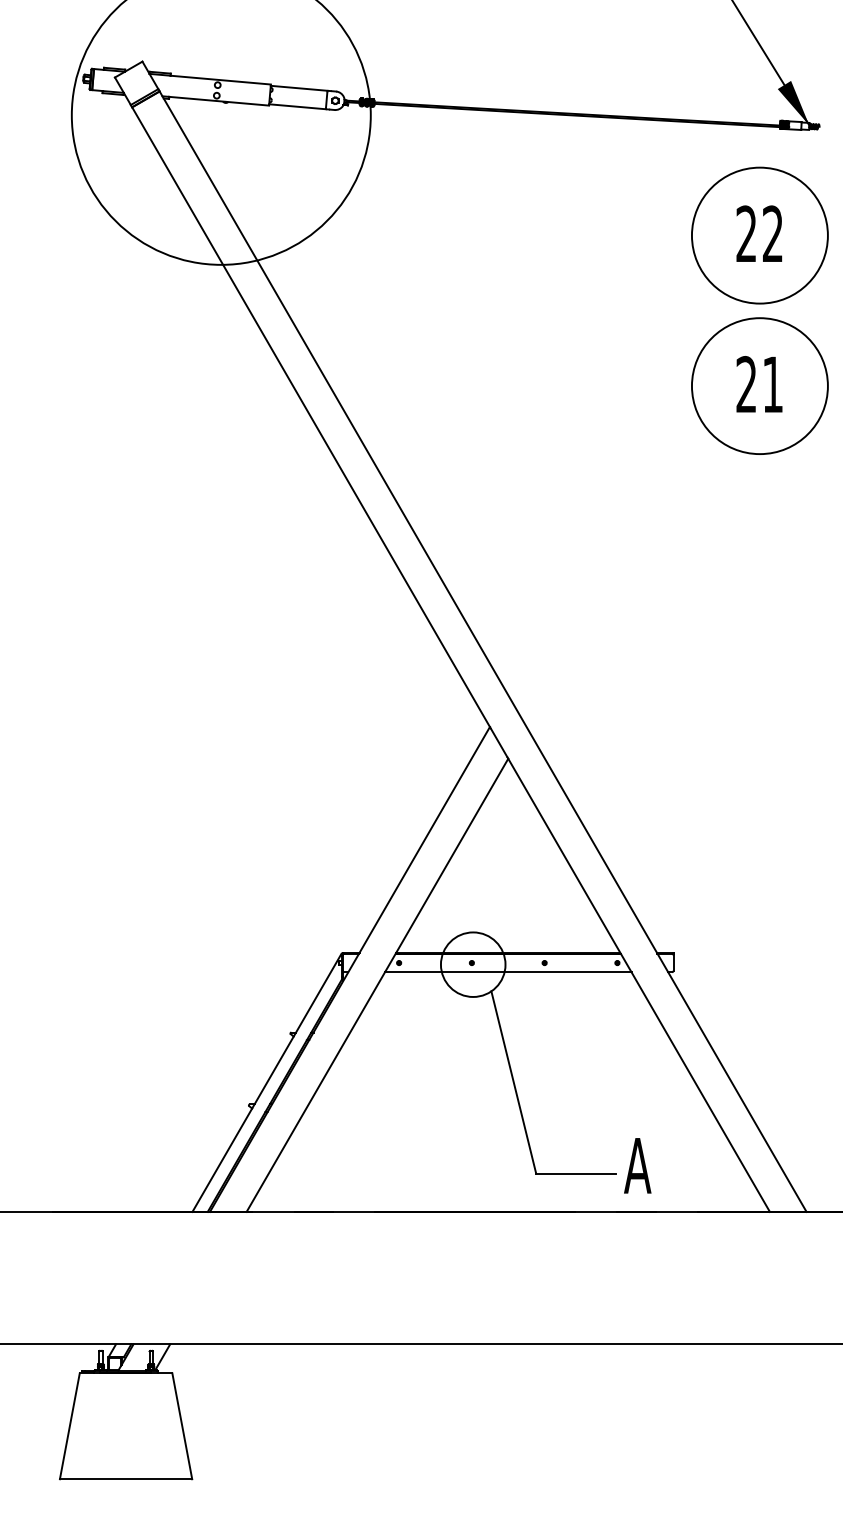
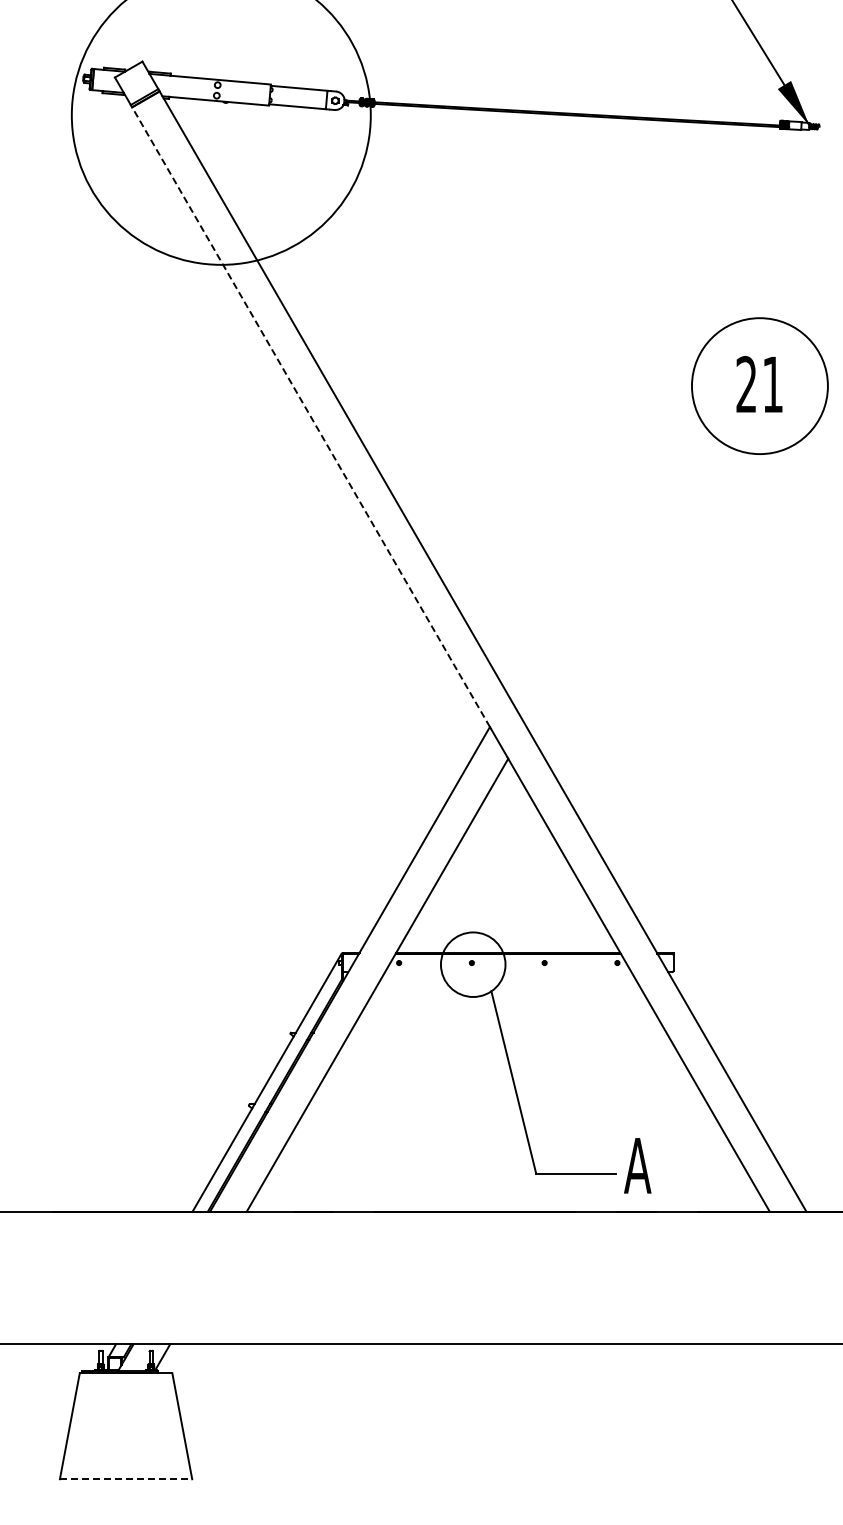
part at (759, 235): present -> none
line at (311, 417): solid -> dashed
line at (507, 972): present -> none
line at (126, 1479): solid -> dashed
